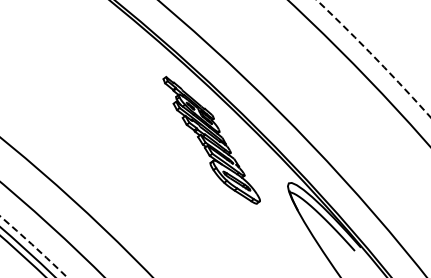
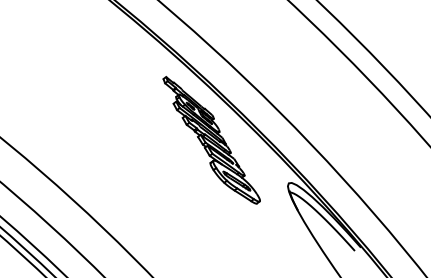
arc at (375, 58): dashed -> solid
circle at (33, 246): dashed -> solid
